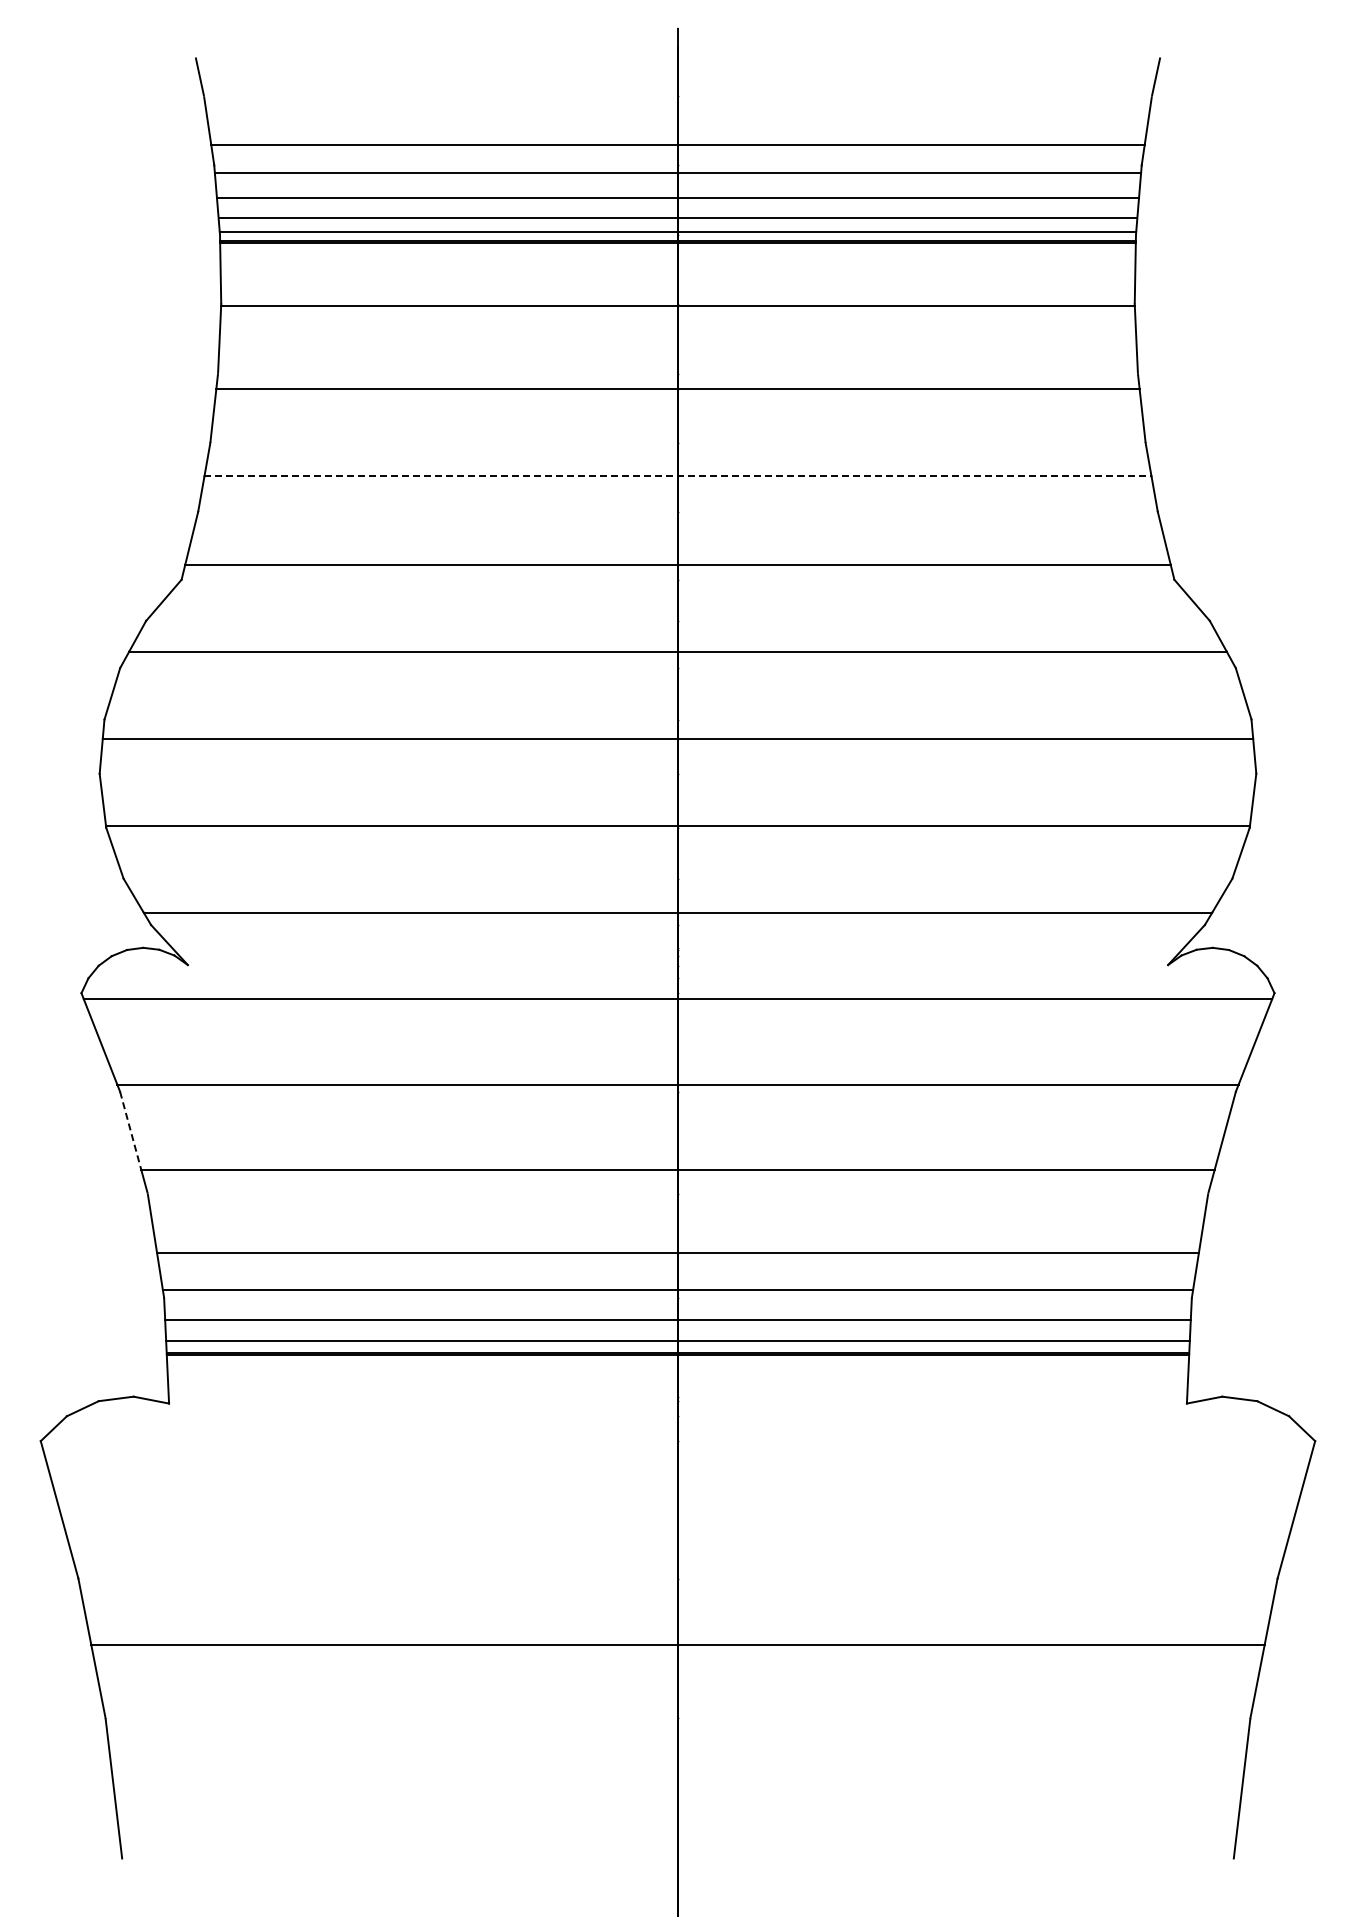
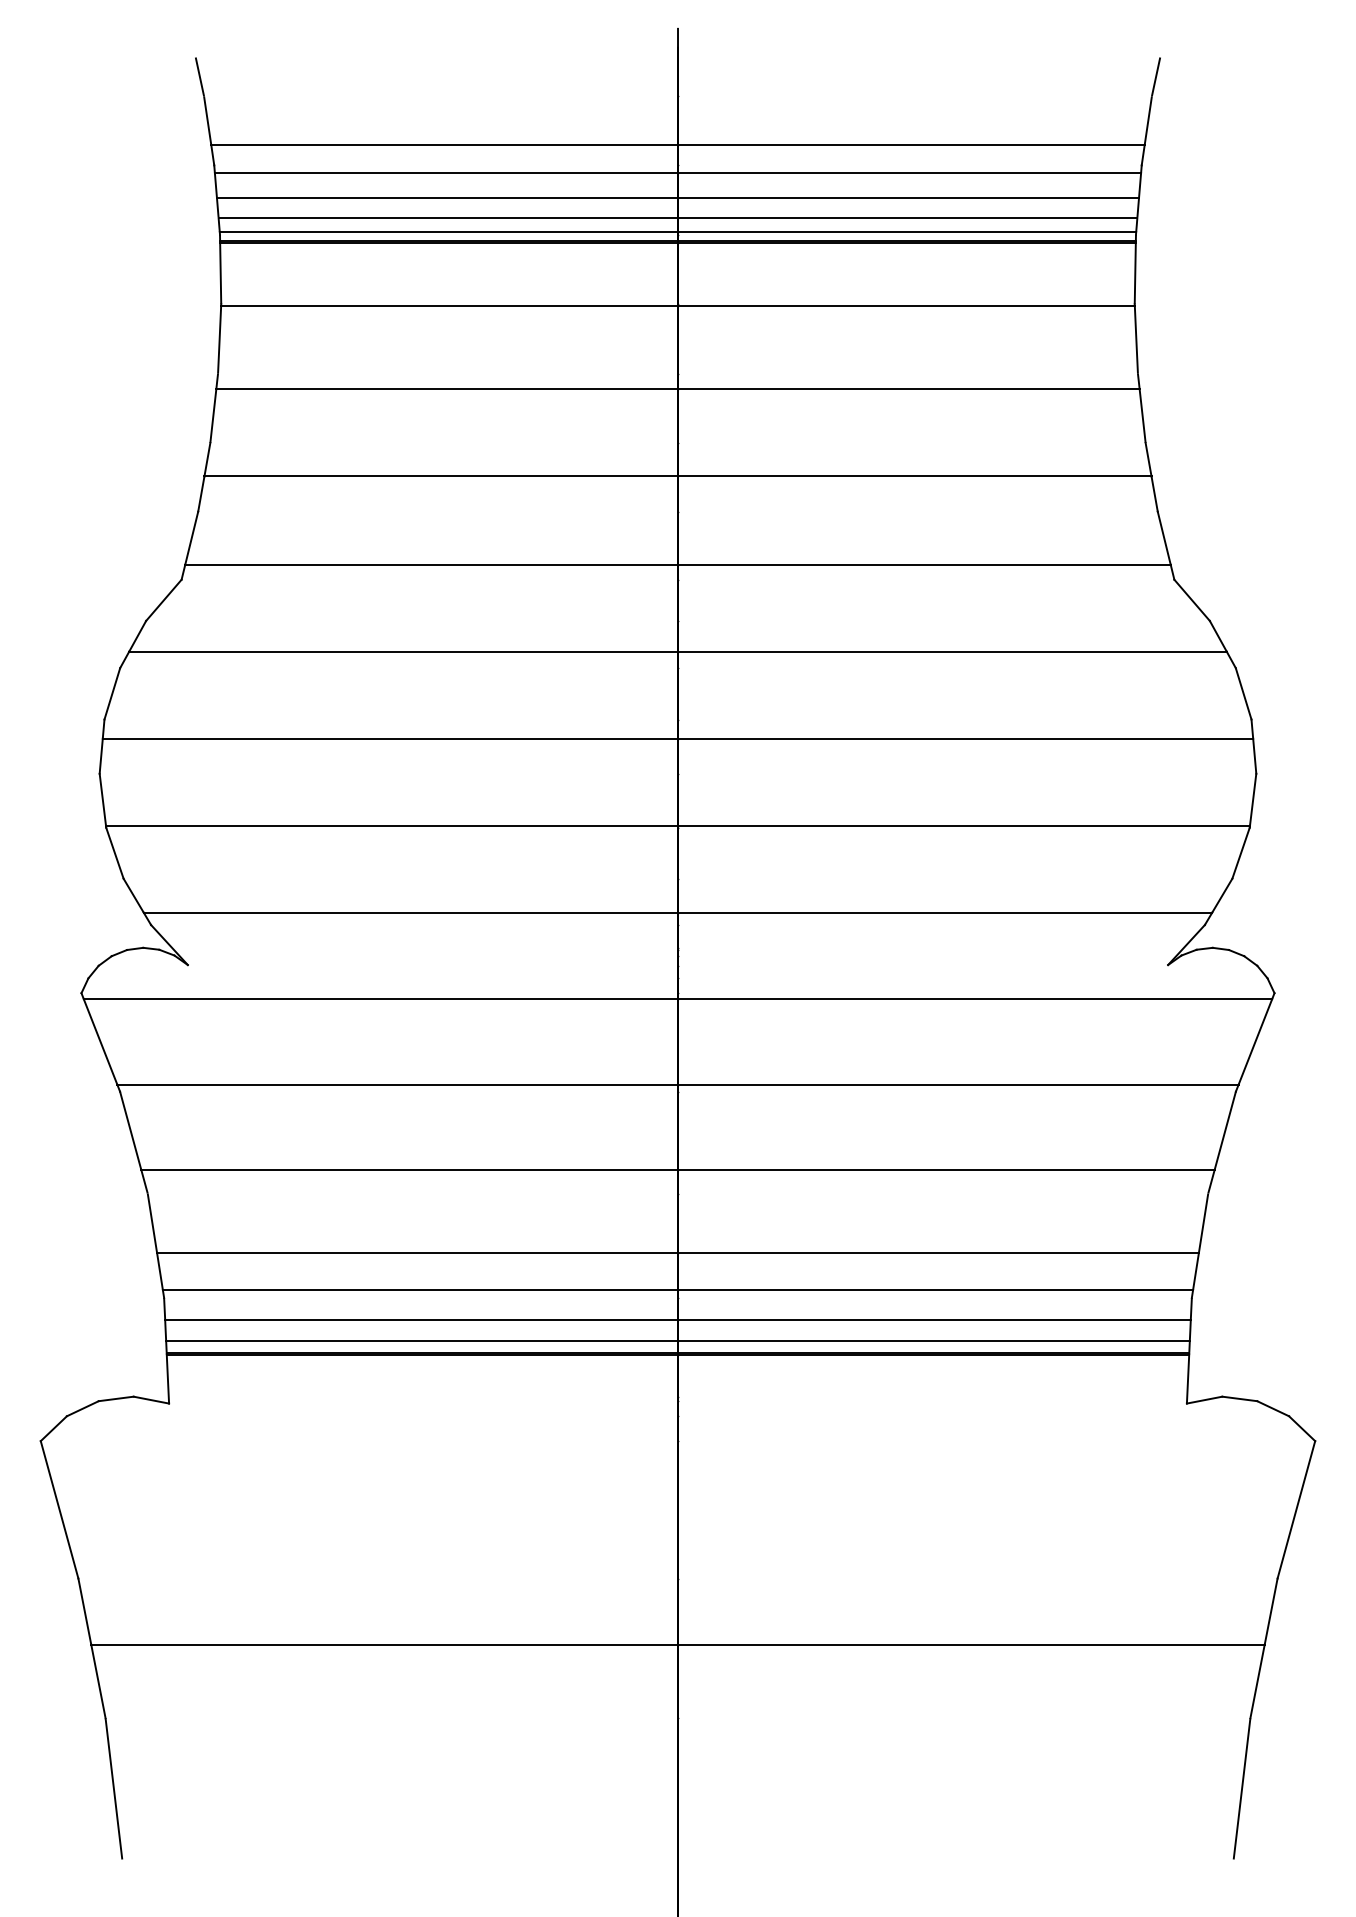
line at (678, 476): dashed -> solid
line at (130, 1131): dashed -> solid
